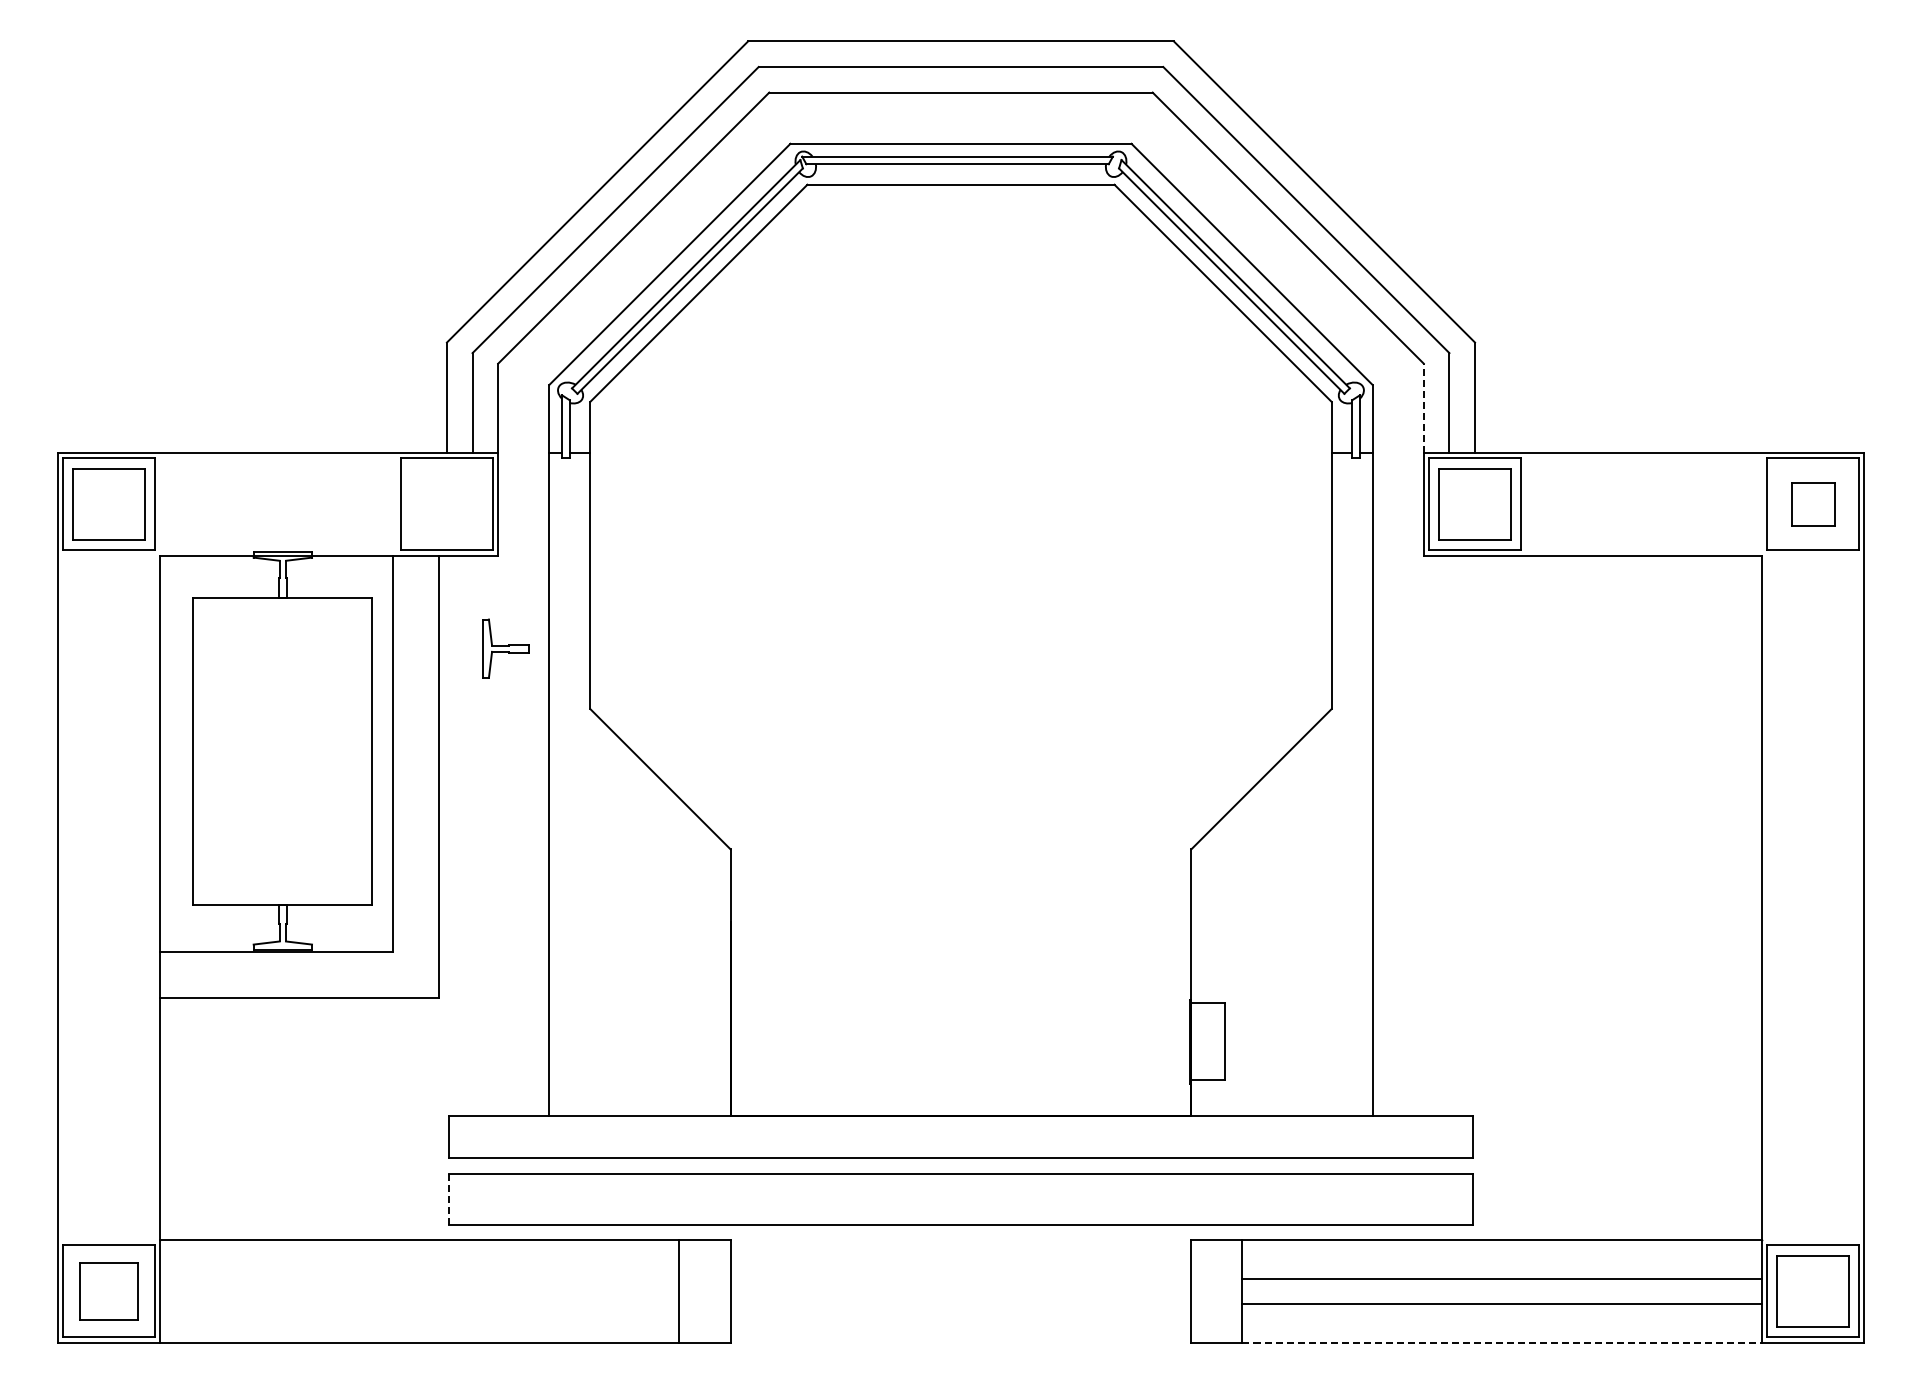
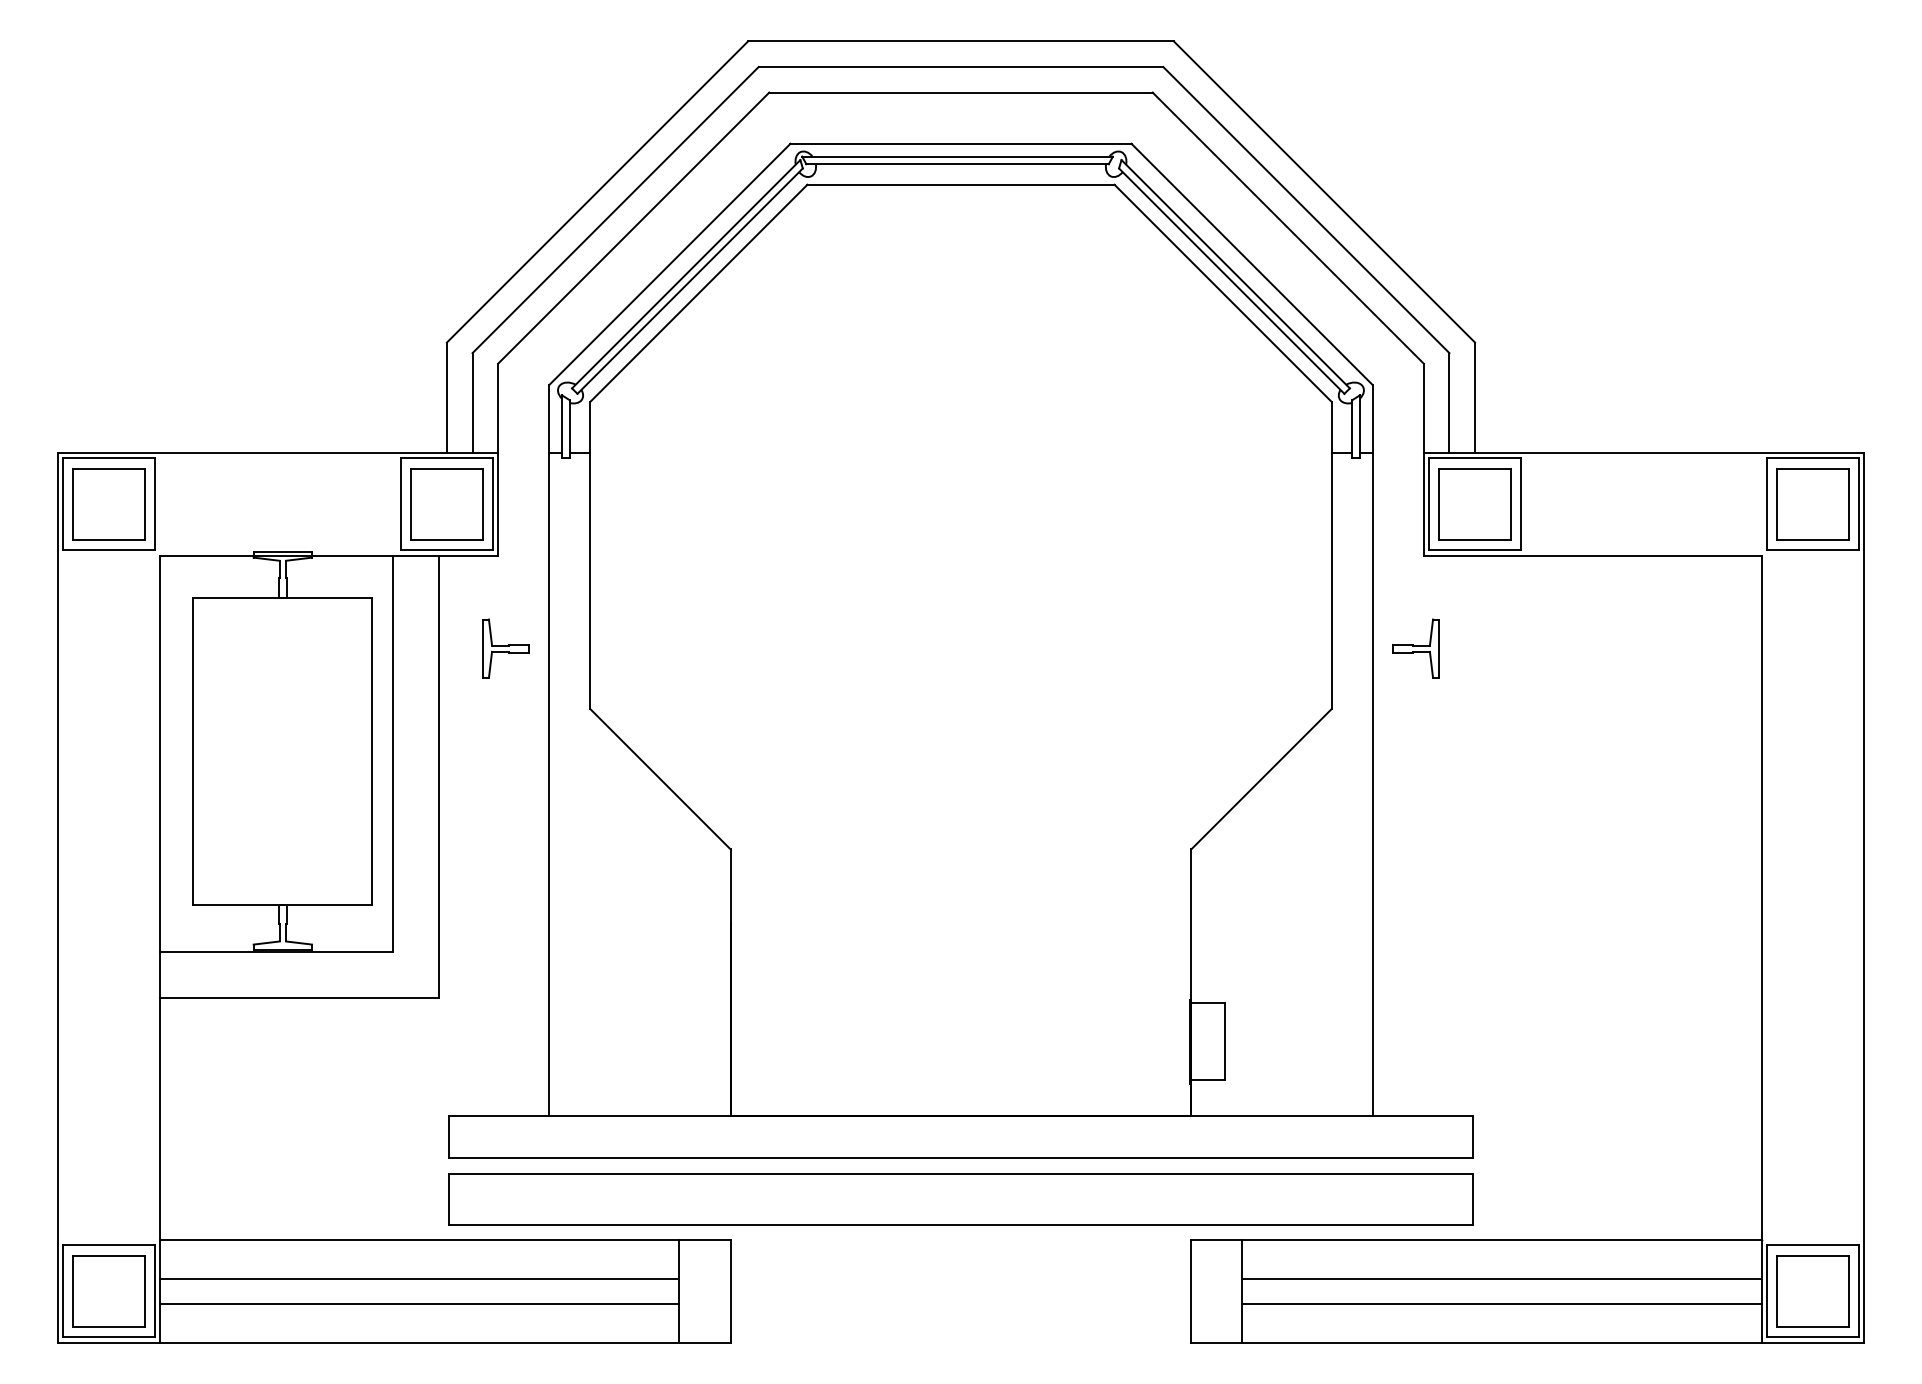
line at (1423, 408): dashed -> solid
part at (446, 504): none -> present
part at (1813, 504) size: 45x45 px -> 74x73 px
part at (1415, 648): none -> present
line at (449, 1199): dashed -> solid
line at (419, 1278): none -> present
part at (108, 1291) size: 60x59 px -> 74x73 px
line at (419, 1304): none -> present
line at (1502, 1342): dashed -> solid
